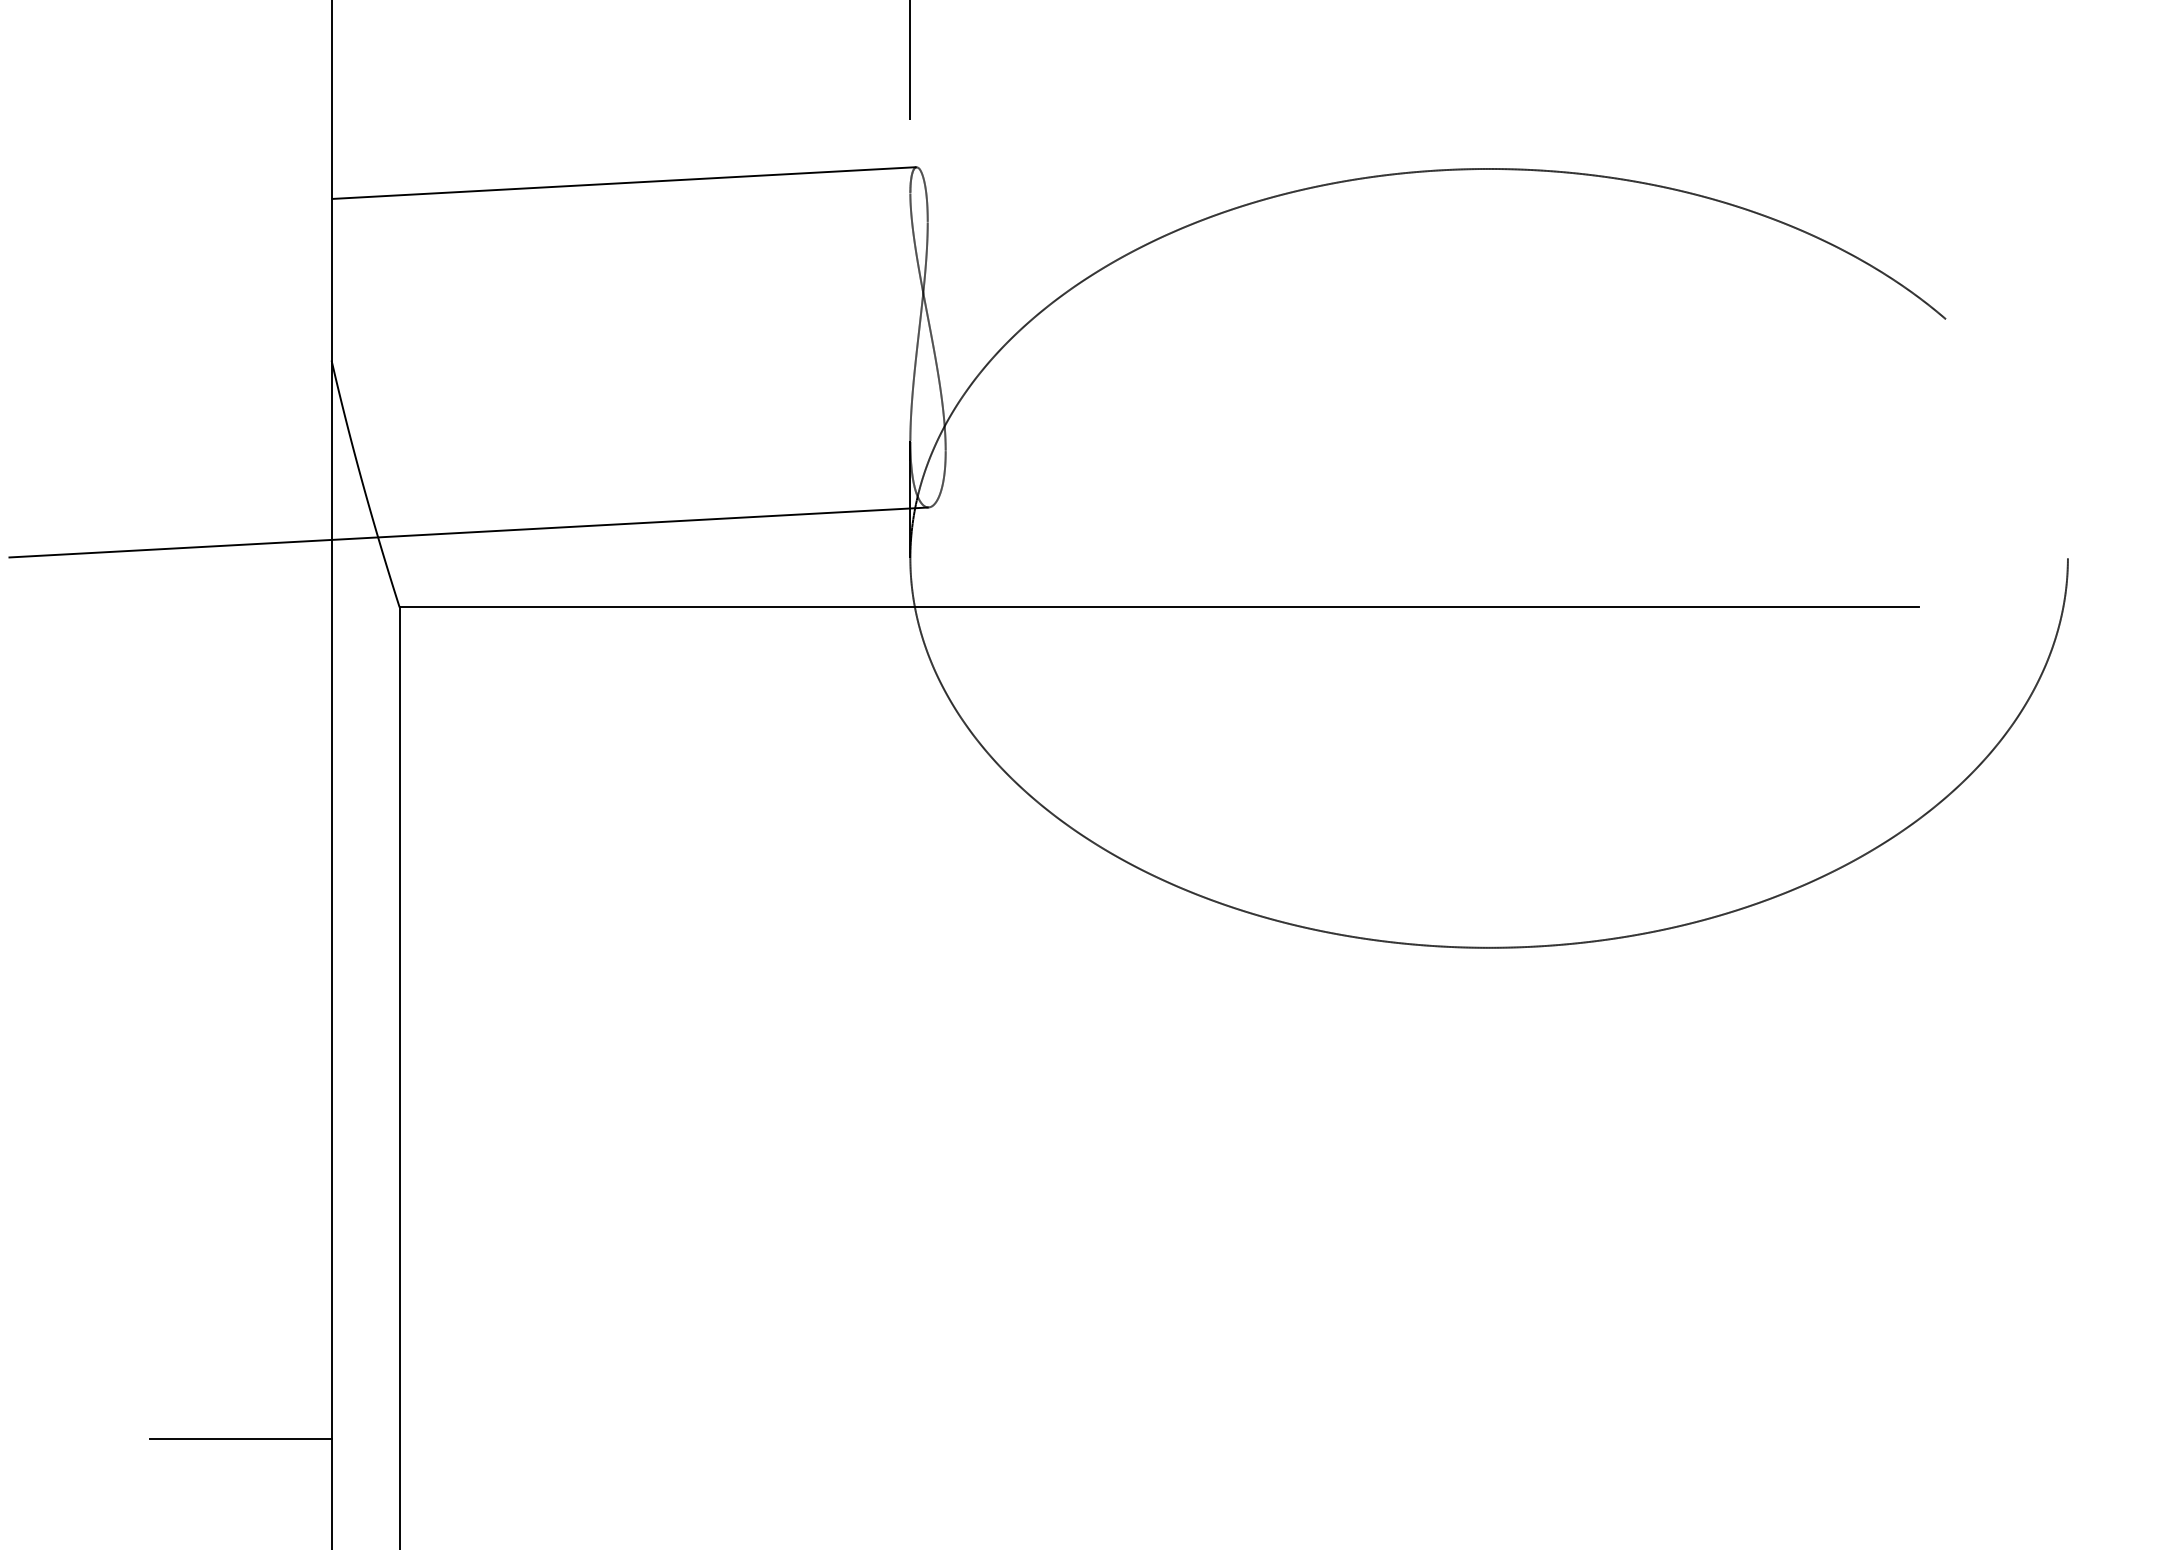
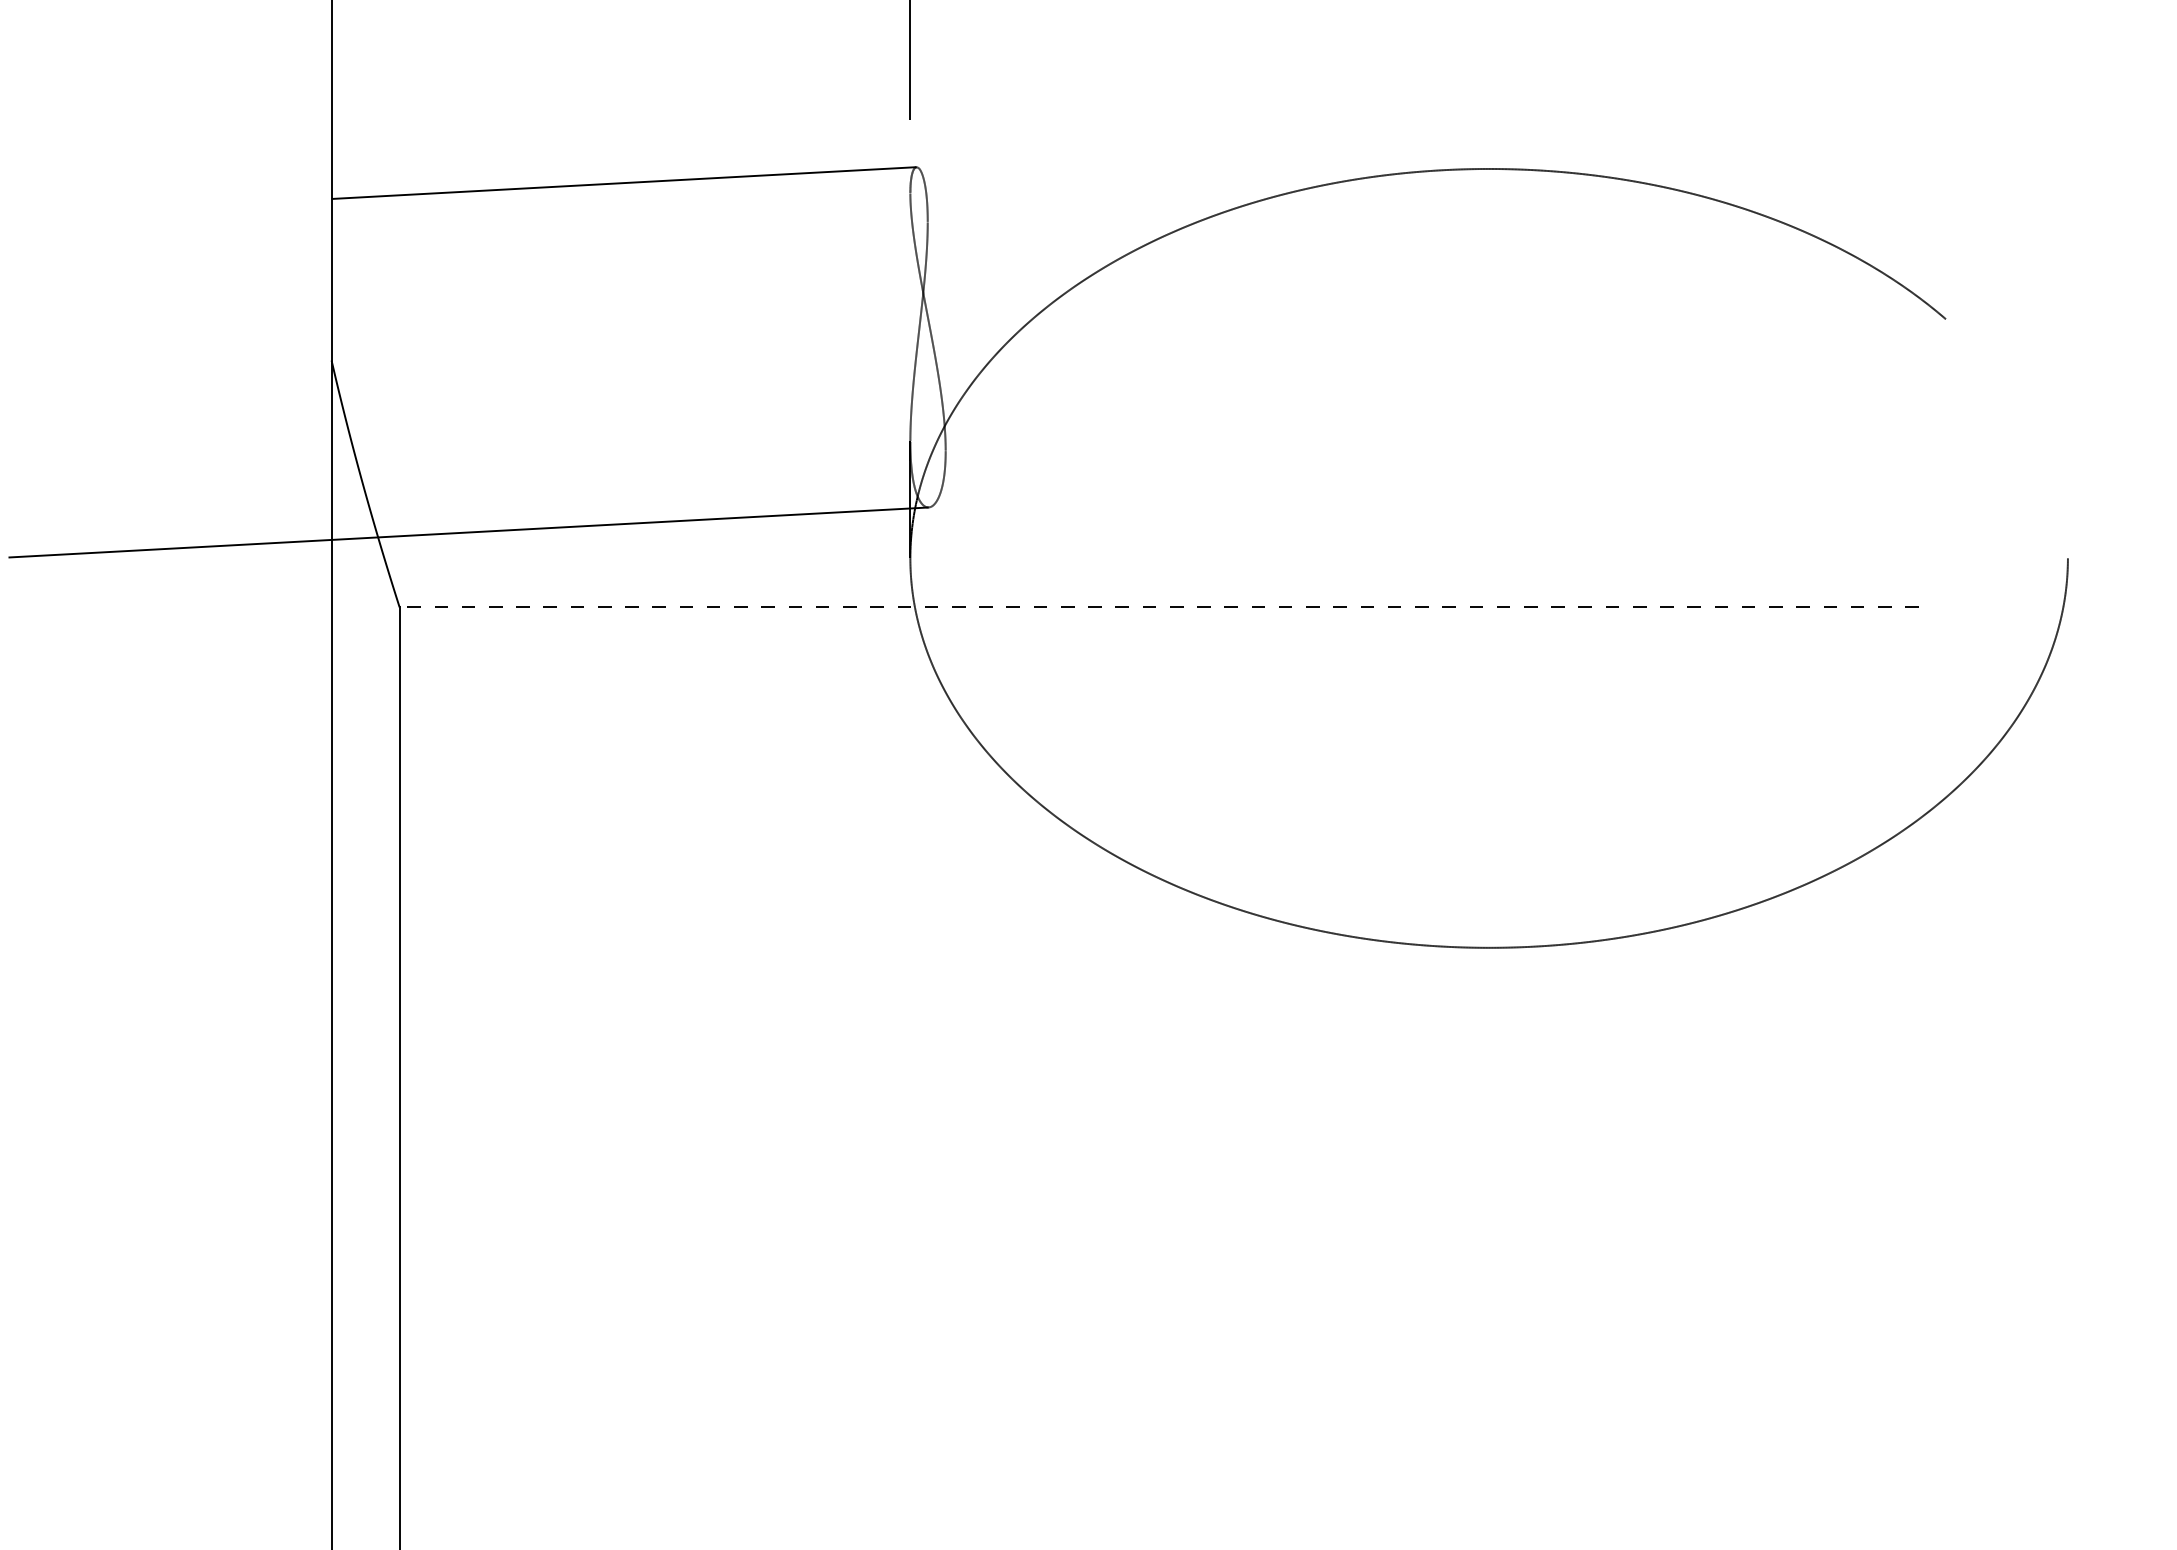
line at (1159, 607): solid -> dashed
line at (240, 1439): present -> none
